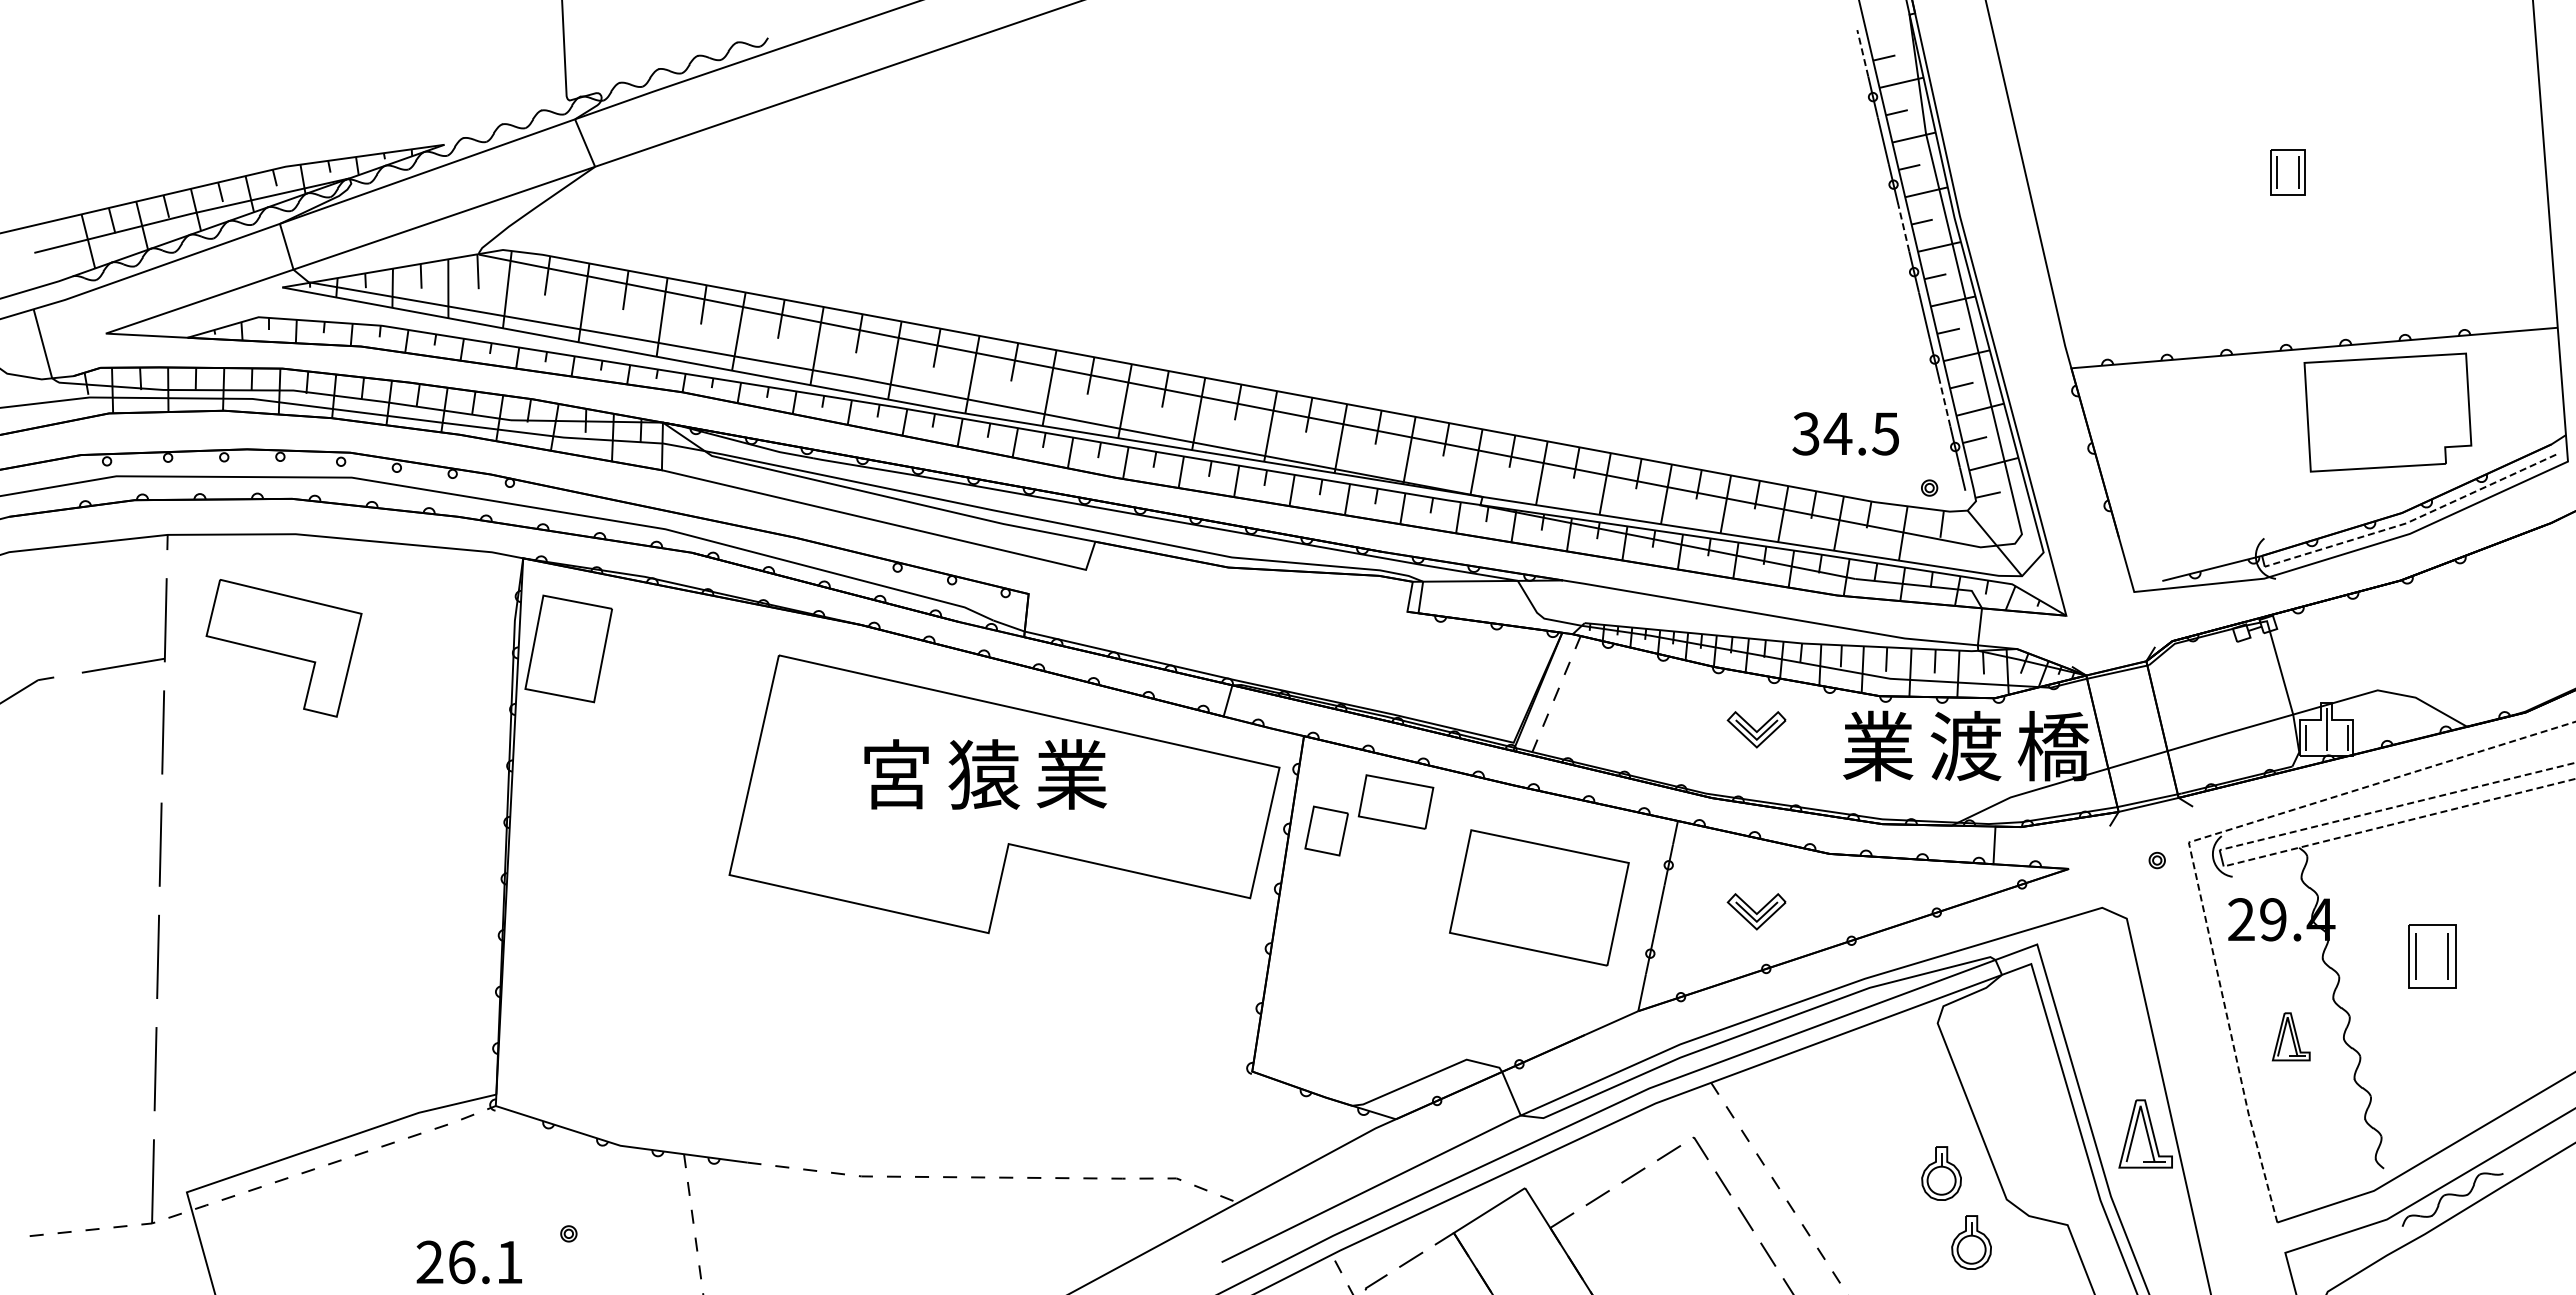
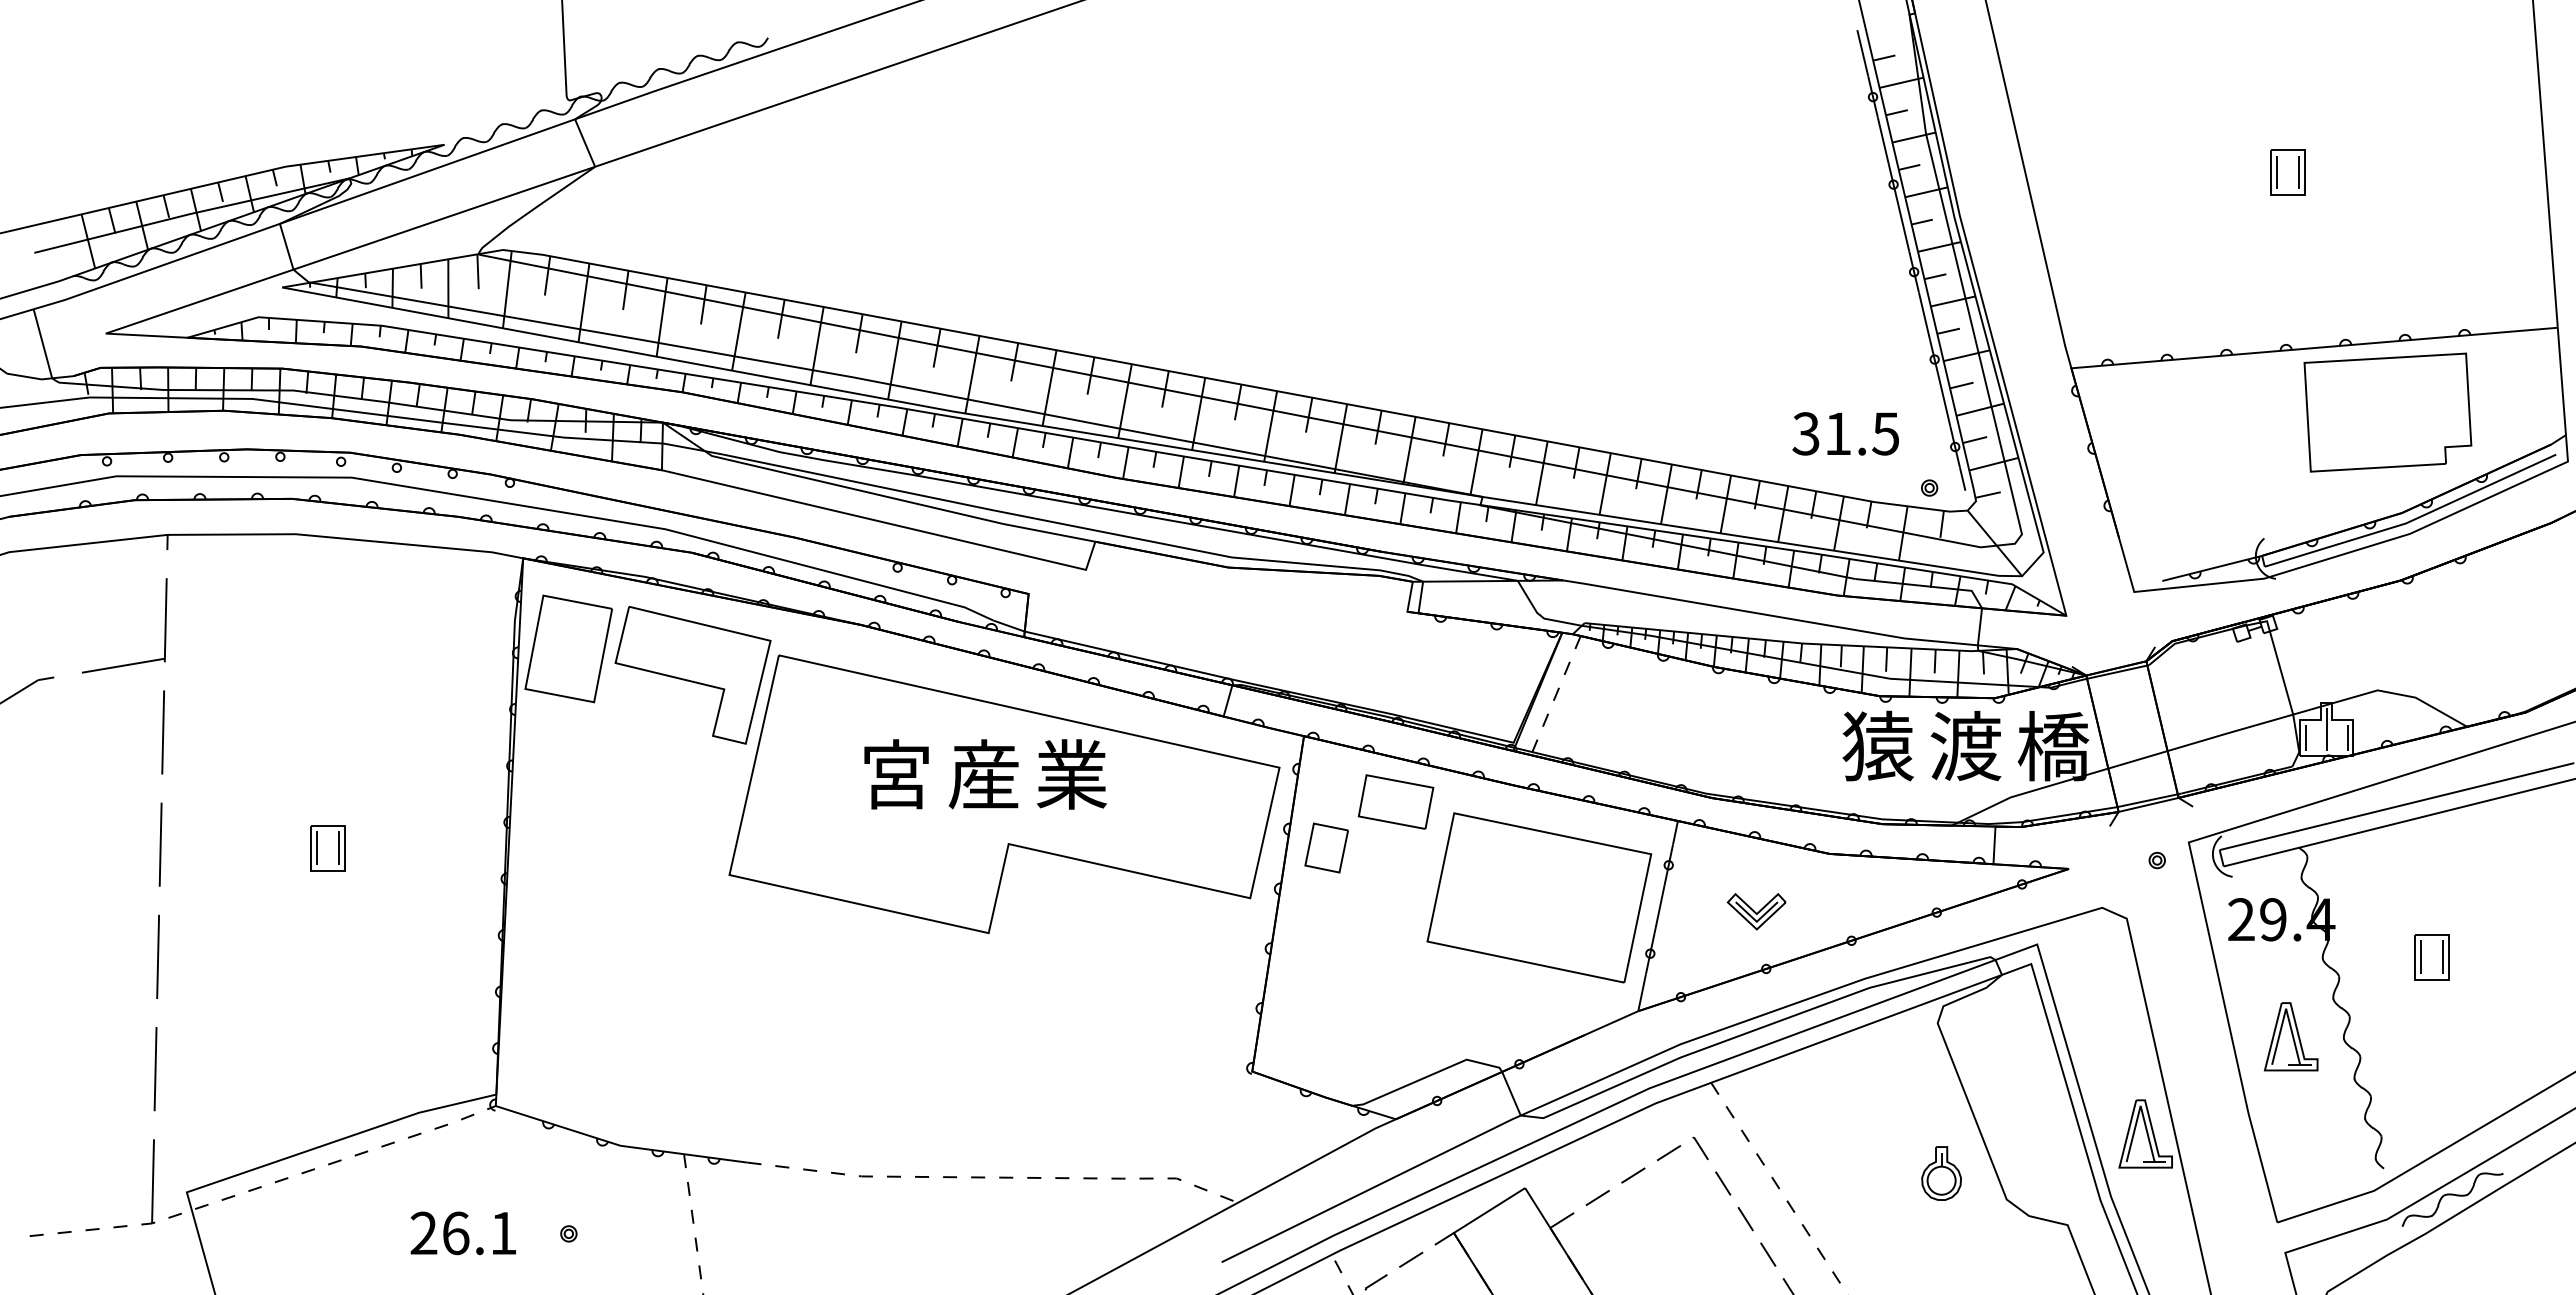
line at (1862, 53): dashed -> solid
line at (1903, 228): dashed -> solid
line at (1944, 403): dashed -> solid
text at (1837, 433): 34.5 -> 31.5
line at (2413, 520): dashed -> solid
part at (283, 648) position: (283, 648) -> (692, 675)
part at (1756, 729): present -> none
text at (1877, 745): 業 -> 猿
text at (983, 774): 猿 -> 産
line at (2396, 806): dashed -> solid
line at (2398, 822): dashed -> solid
part at (1326, 830) position: (1326, 830) -> (1326, 847)
line at (2194, 840): dashed -> solid
part at (327, 848): none -> present
part at (1539, 897) size: 181x138 px -> 227x172 px
part at (2432, 956) size: 49x65 px -> 36x47 px
part at (2291, 1036) size: 39x50 px -> 55x70 px
part at (1971, 1242): present -> none
text at (468, 1262) position: (468, 1262) -> (462, 1233)
